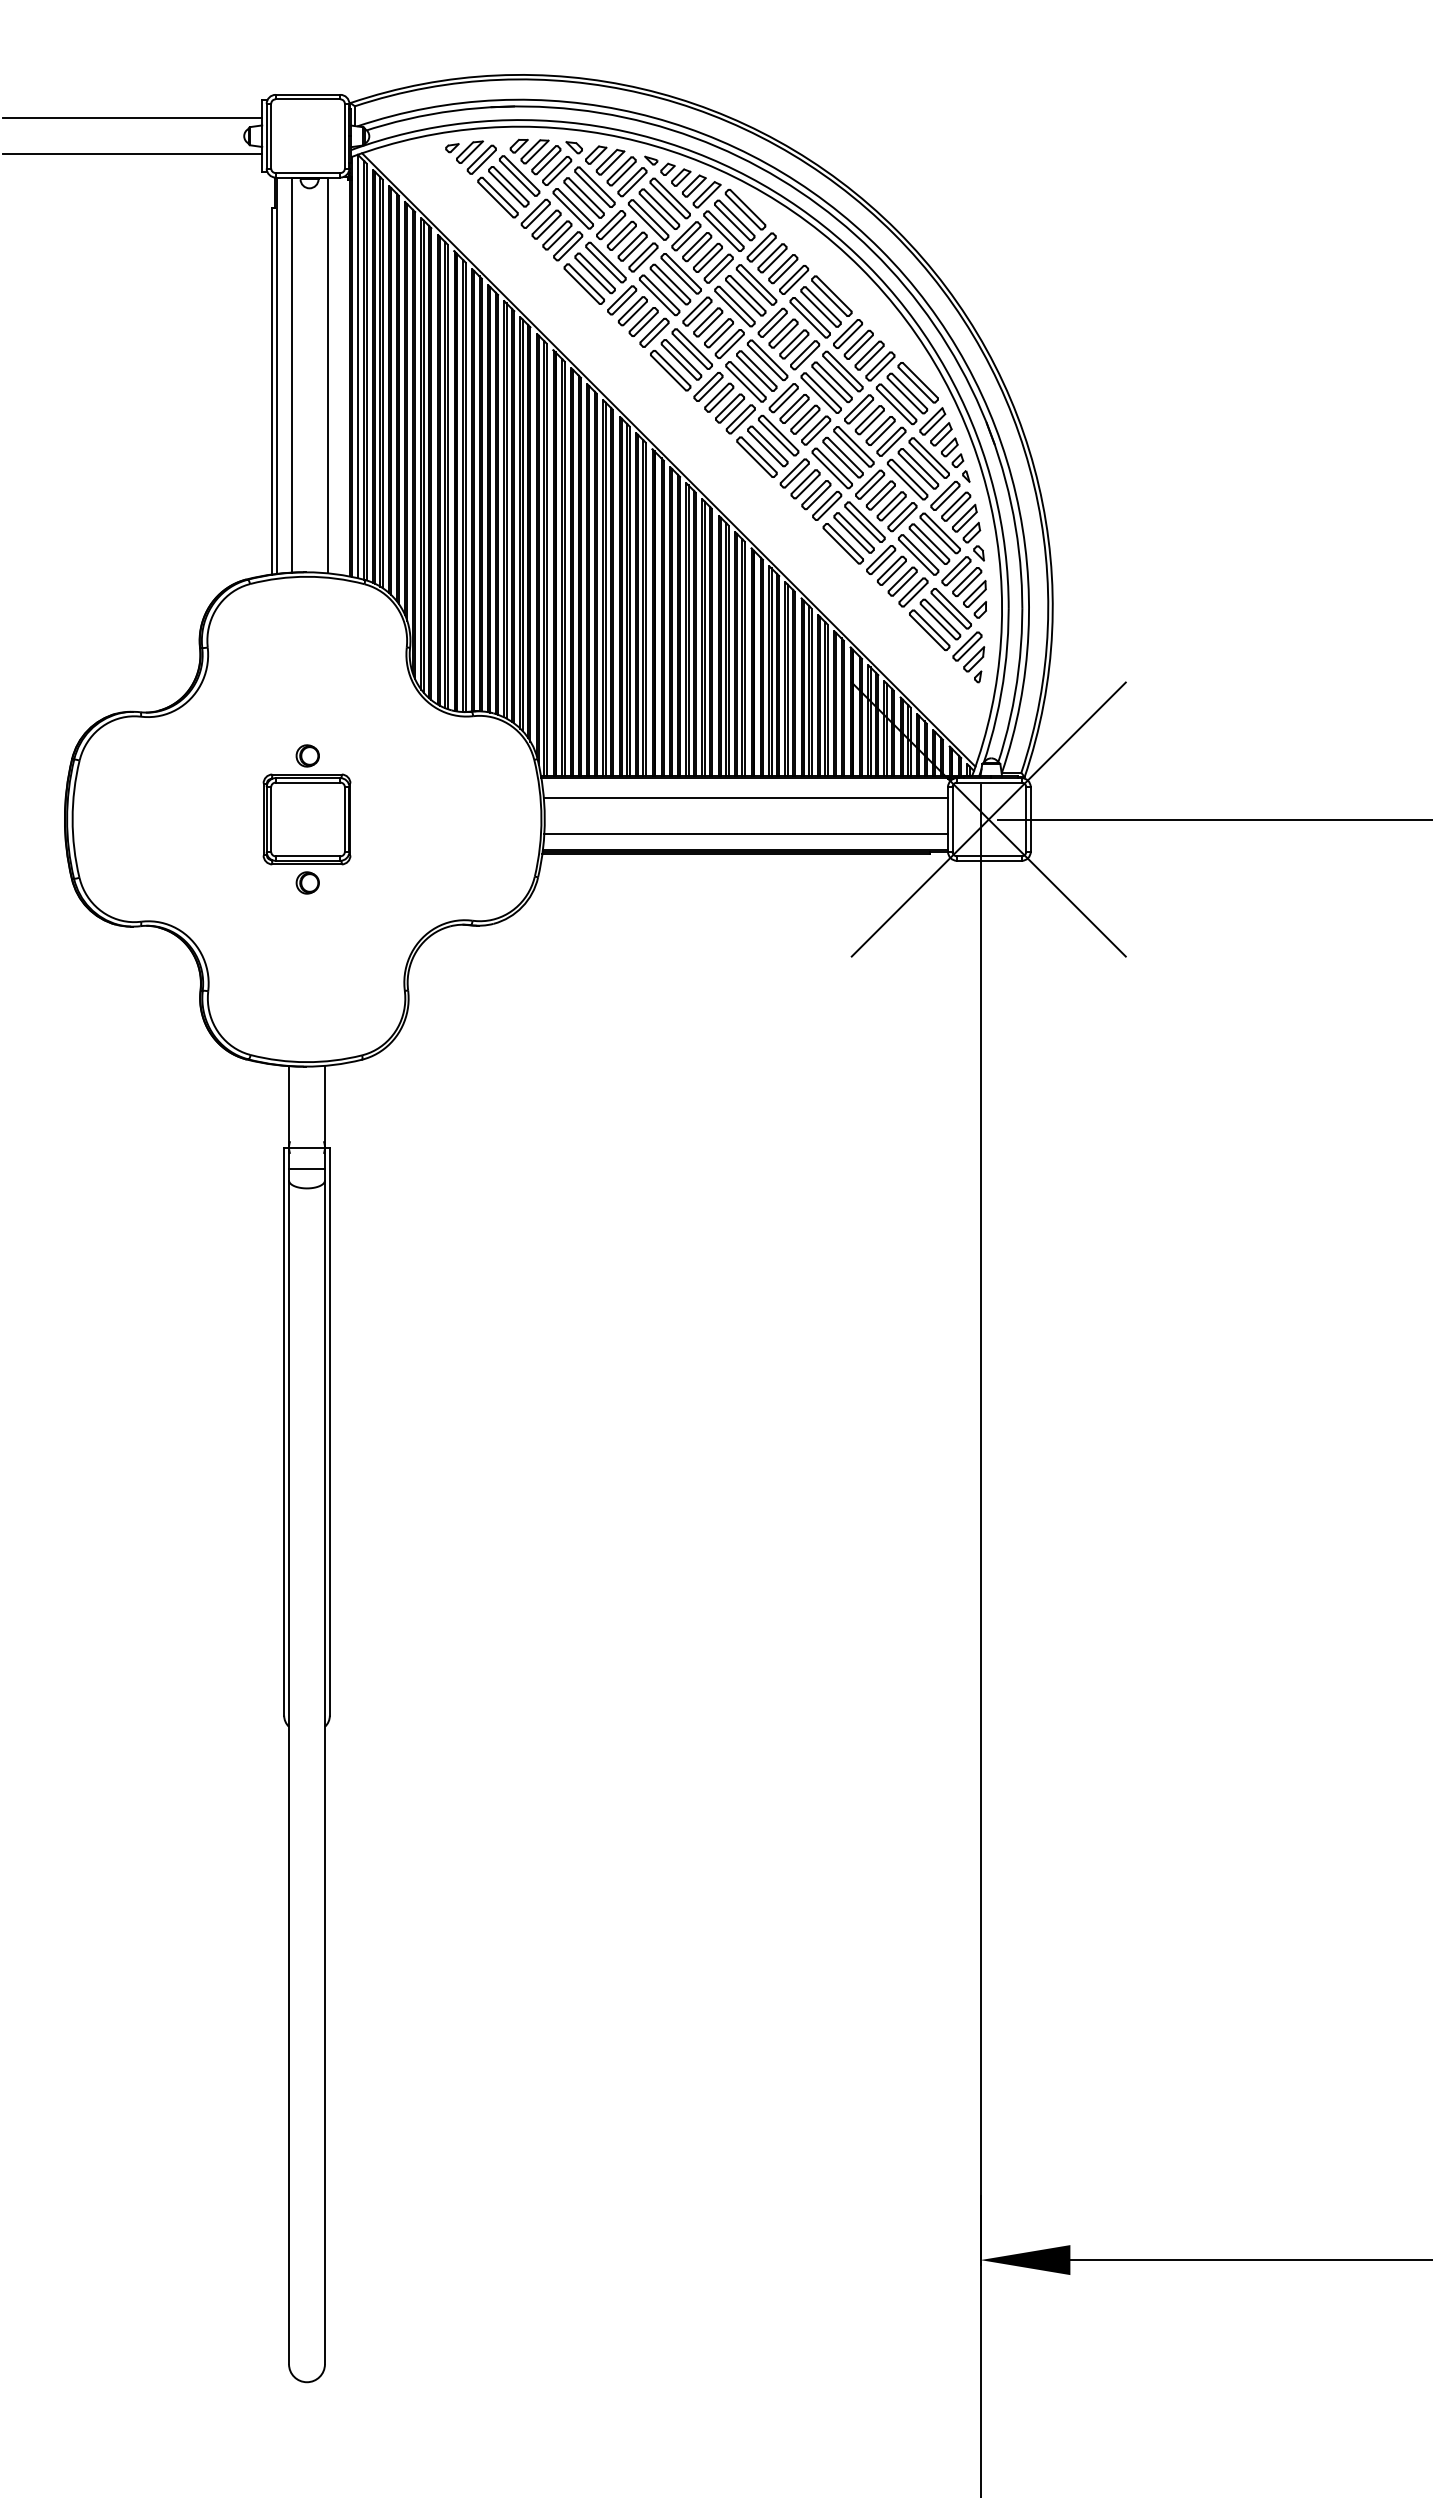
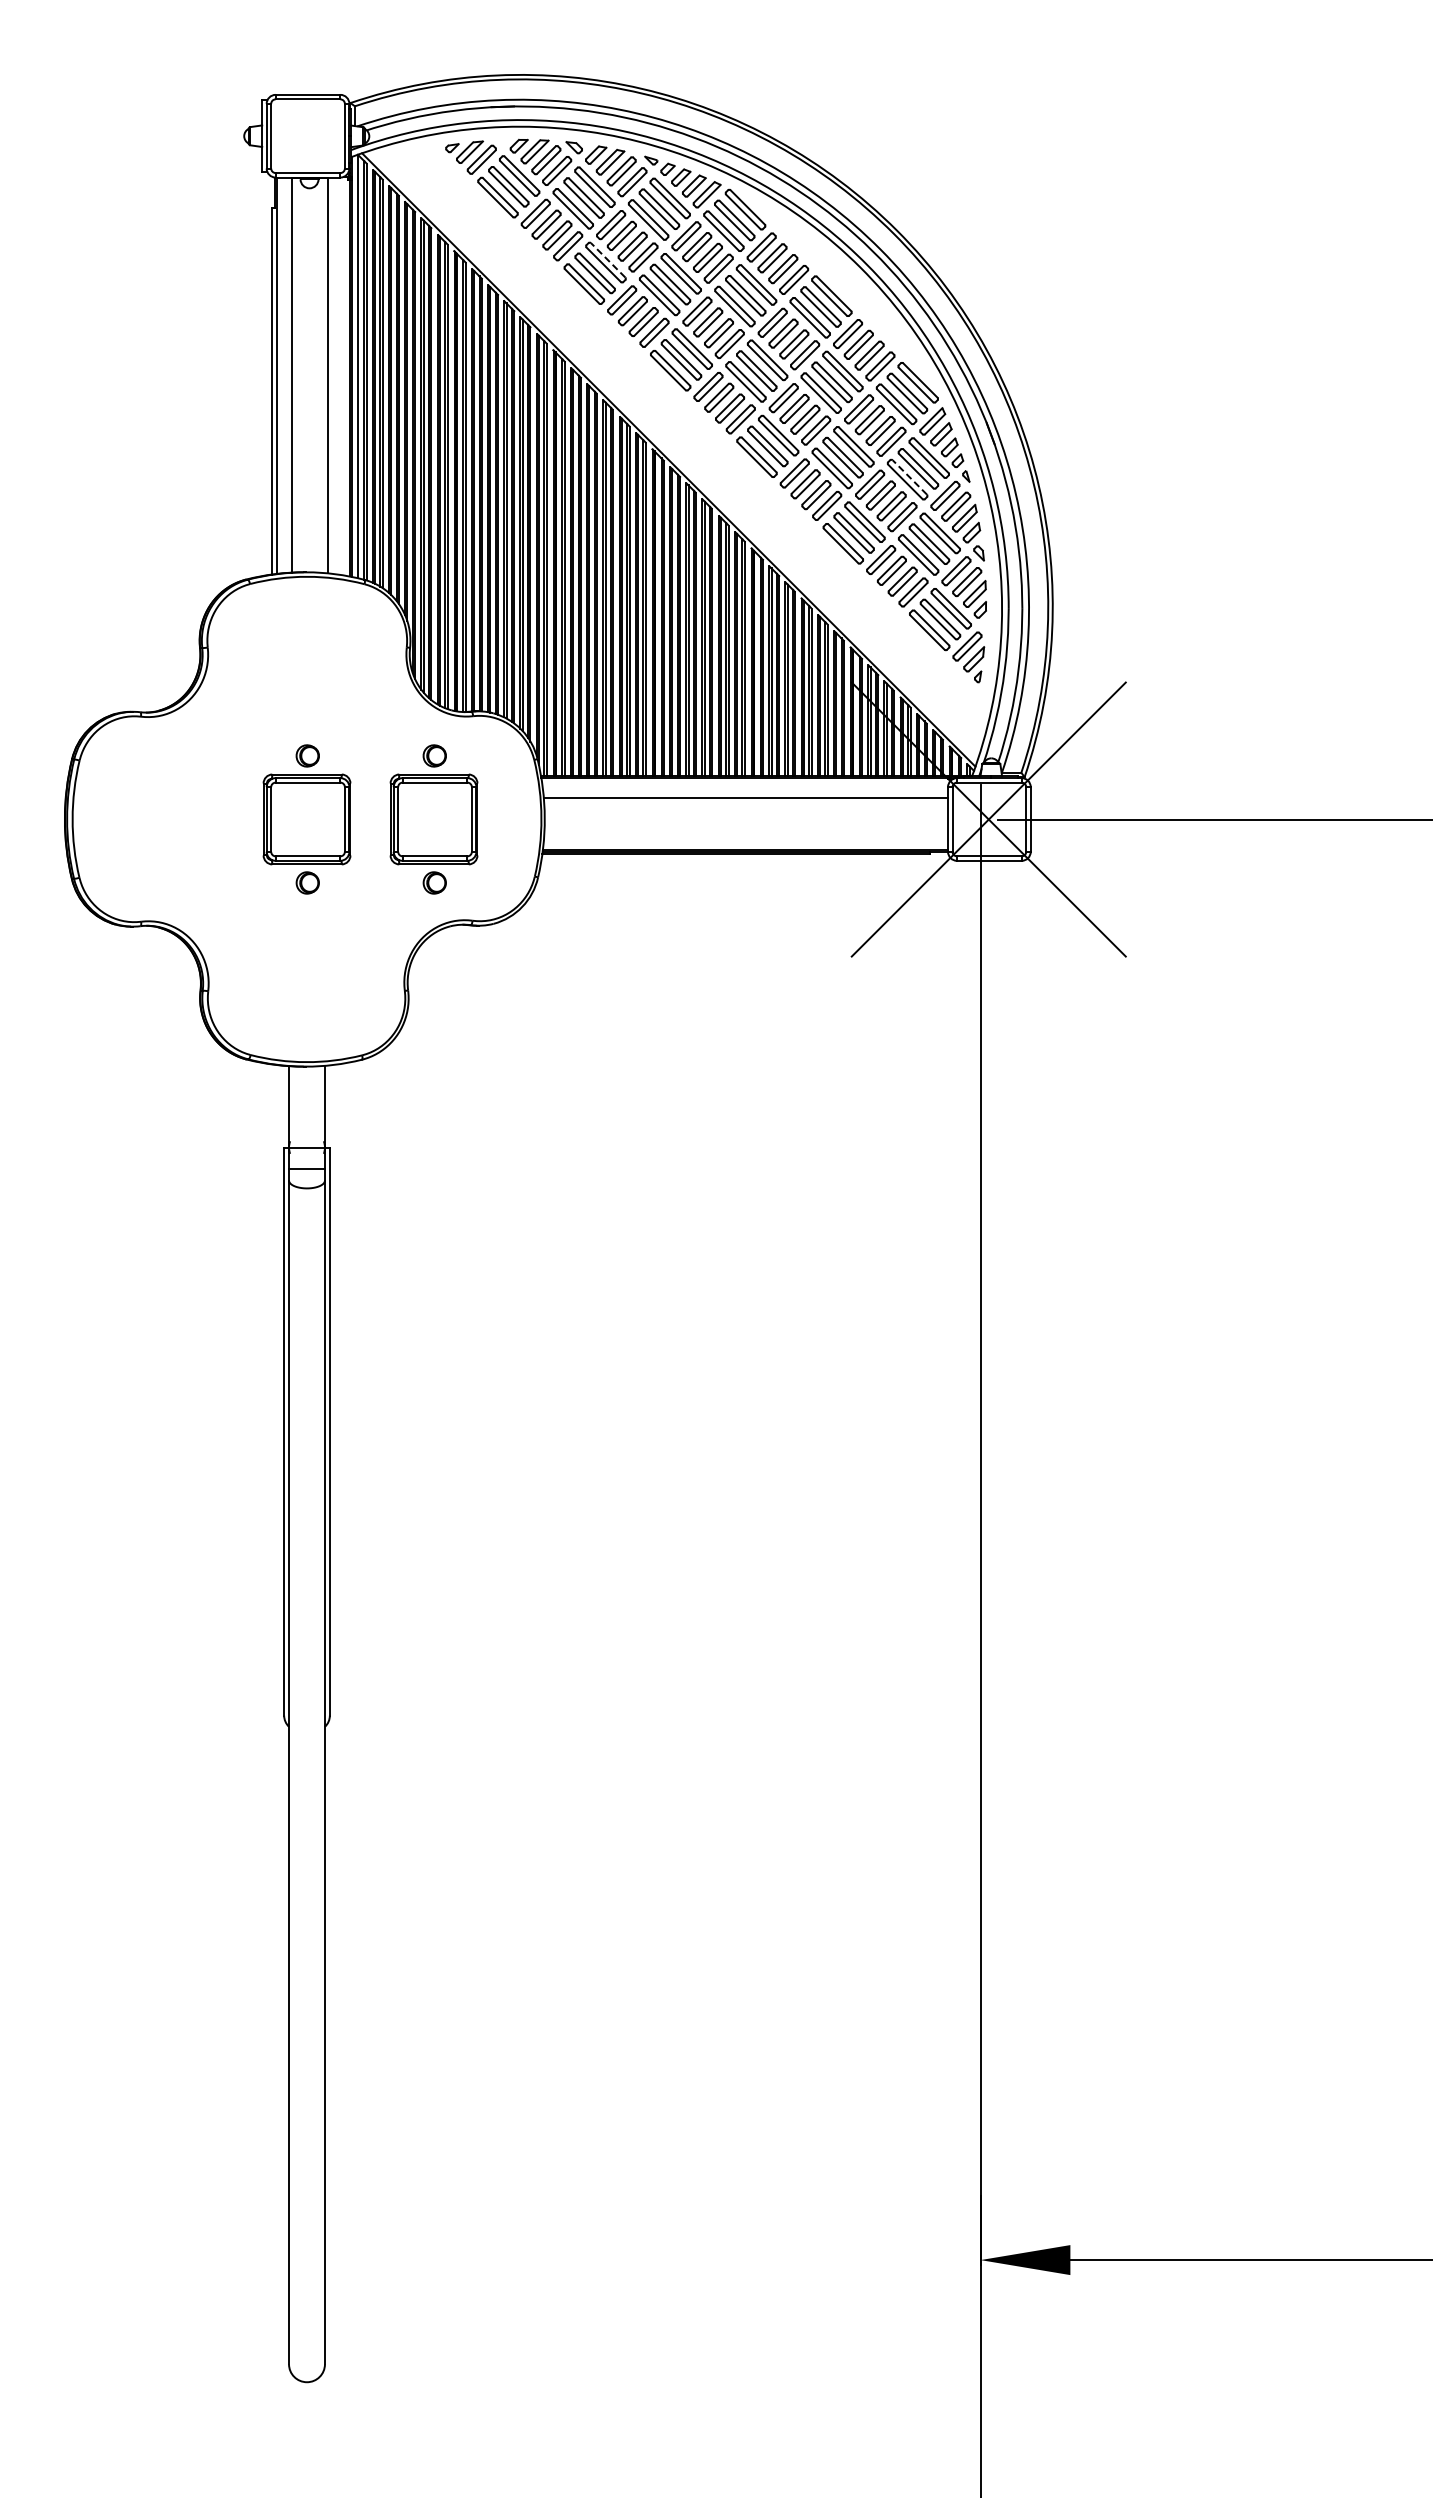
line at (132, 118): present -> none
line at (132, 154): present -> none
line at (607, 259): solid -> dashed
line at (909, 477): solid -> dashed
part at (433, 819): none -> present
line at (746, 834): present -> none
